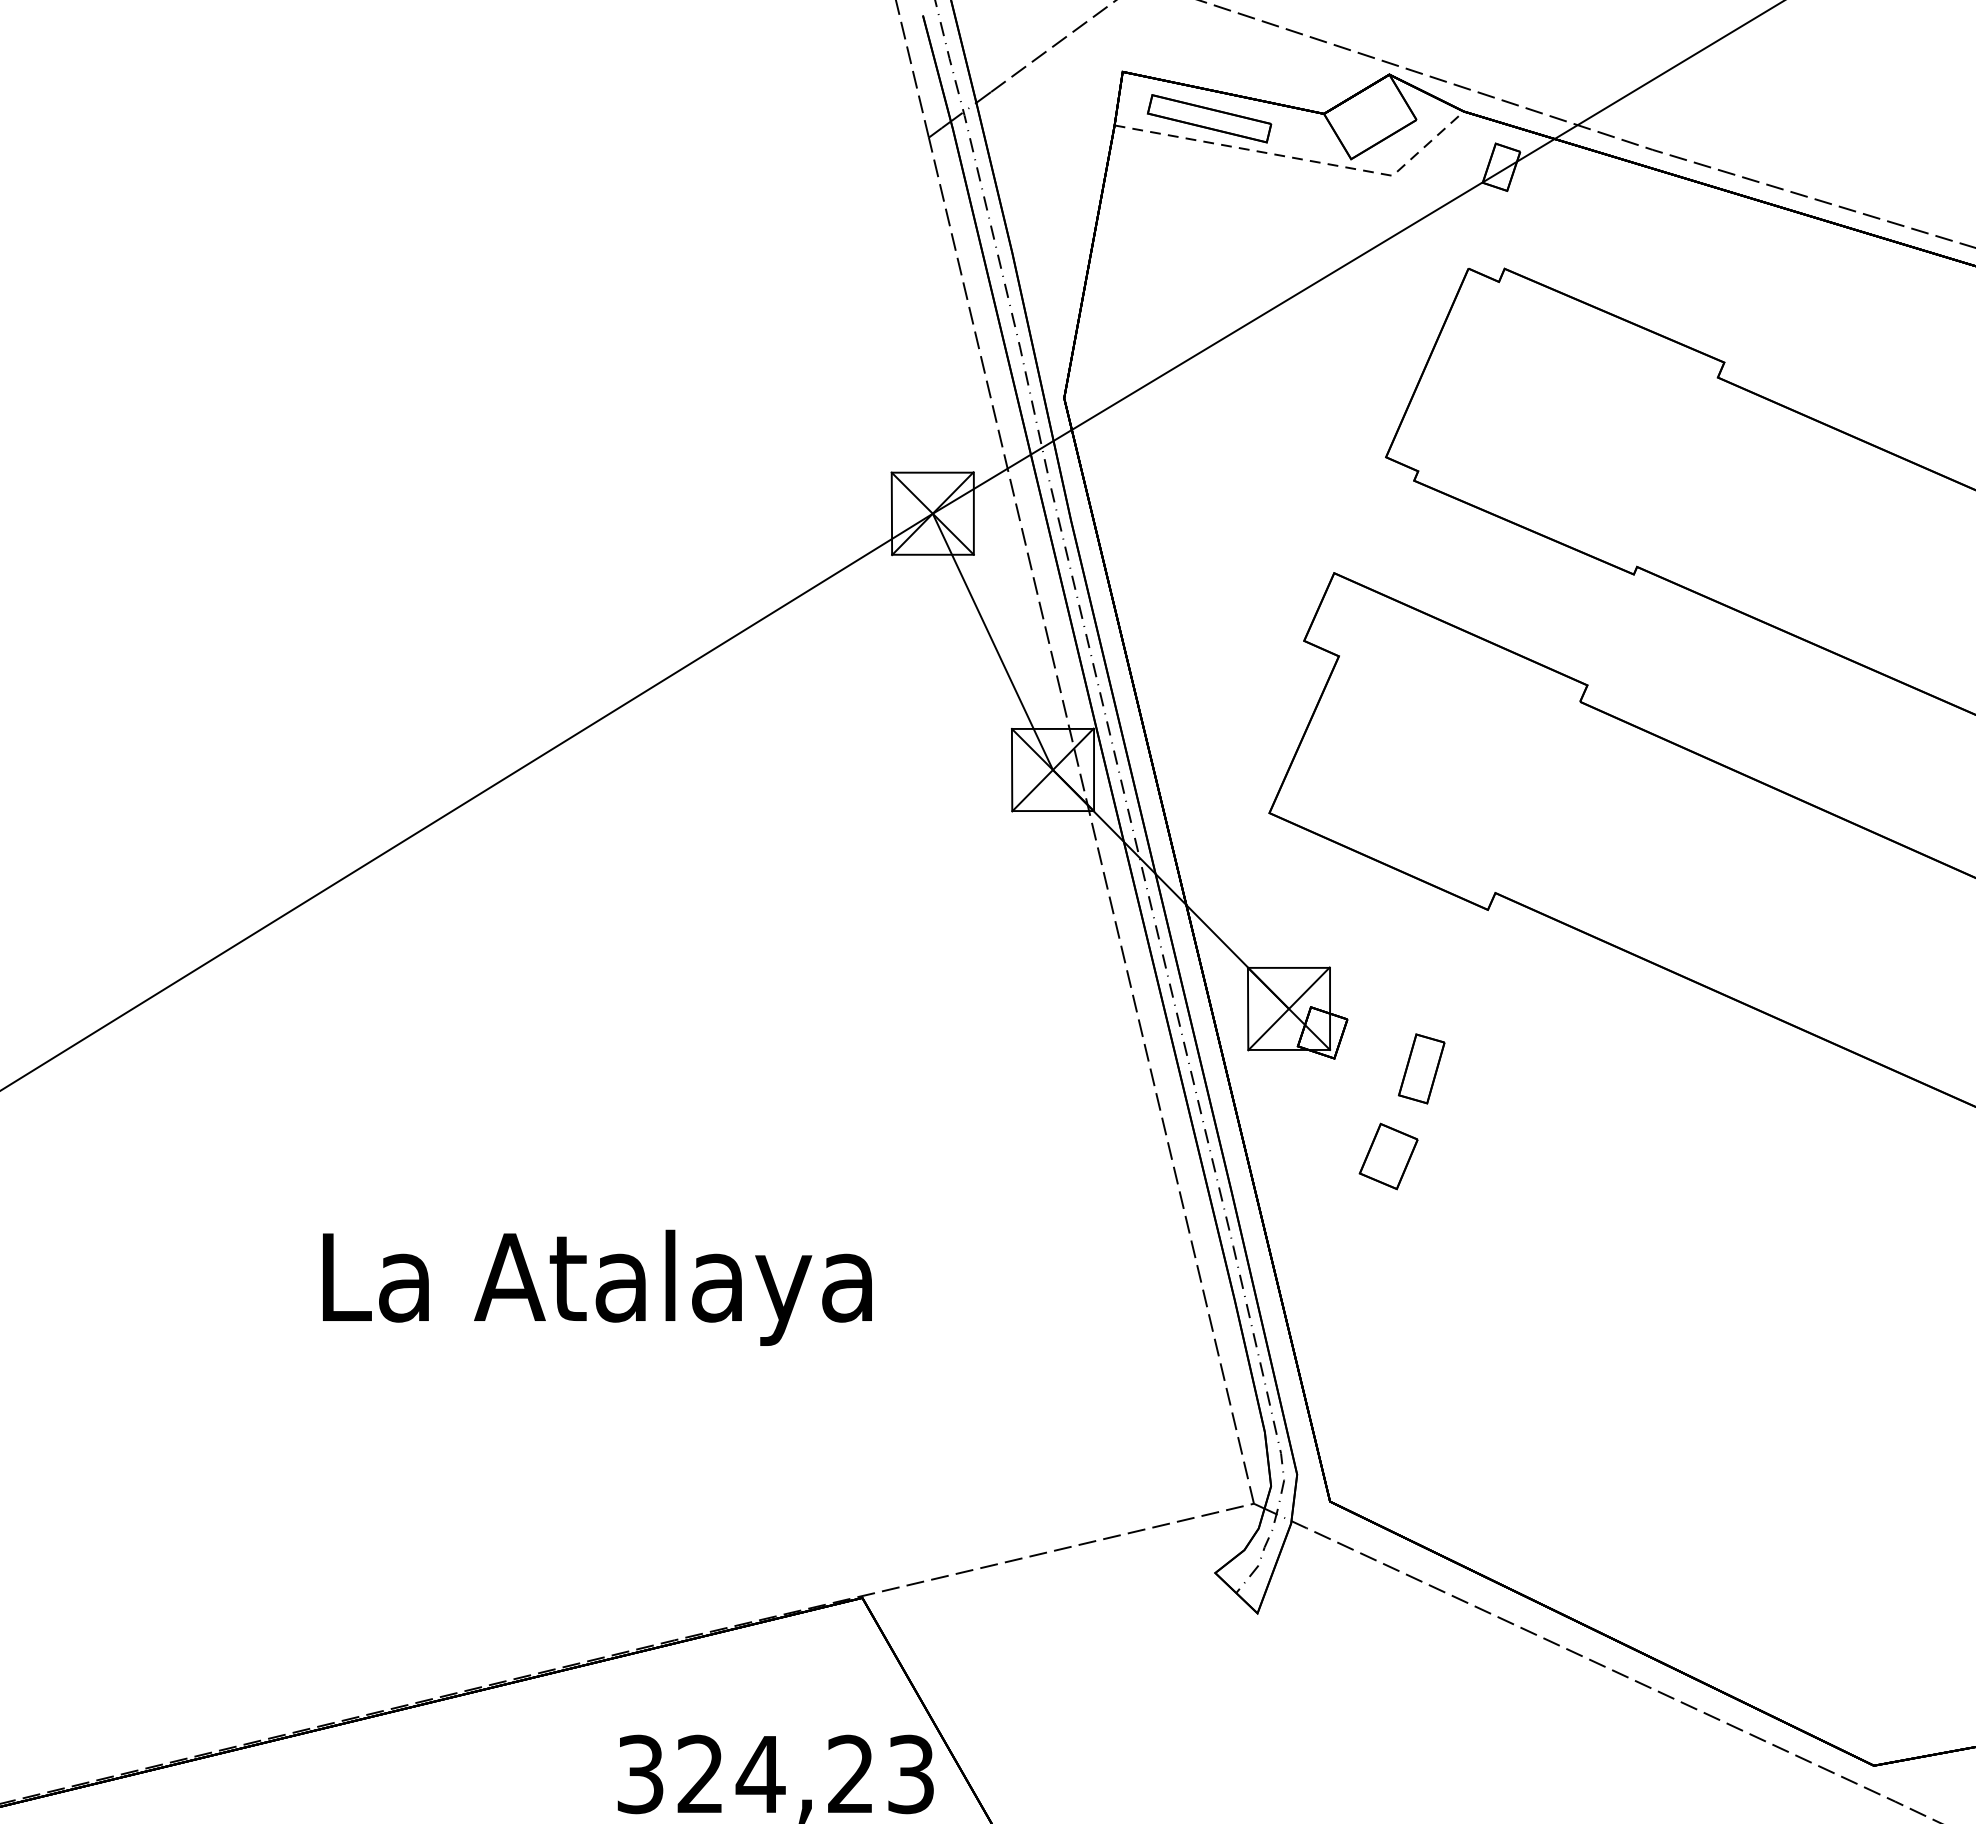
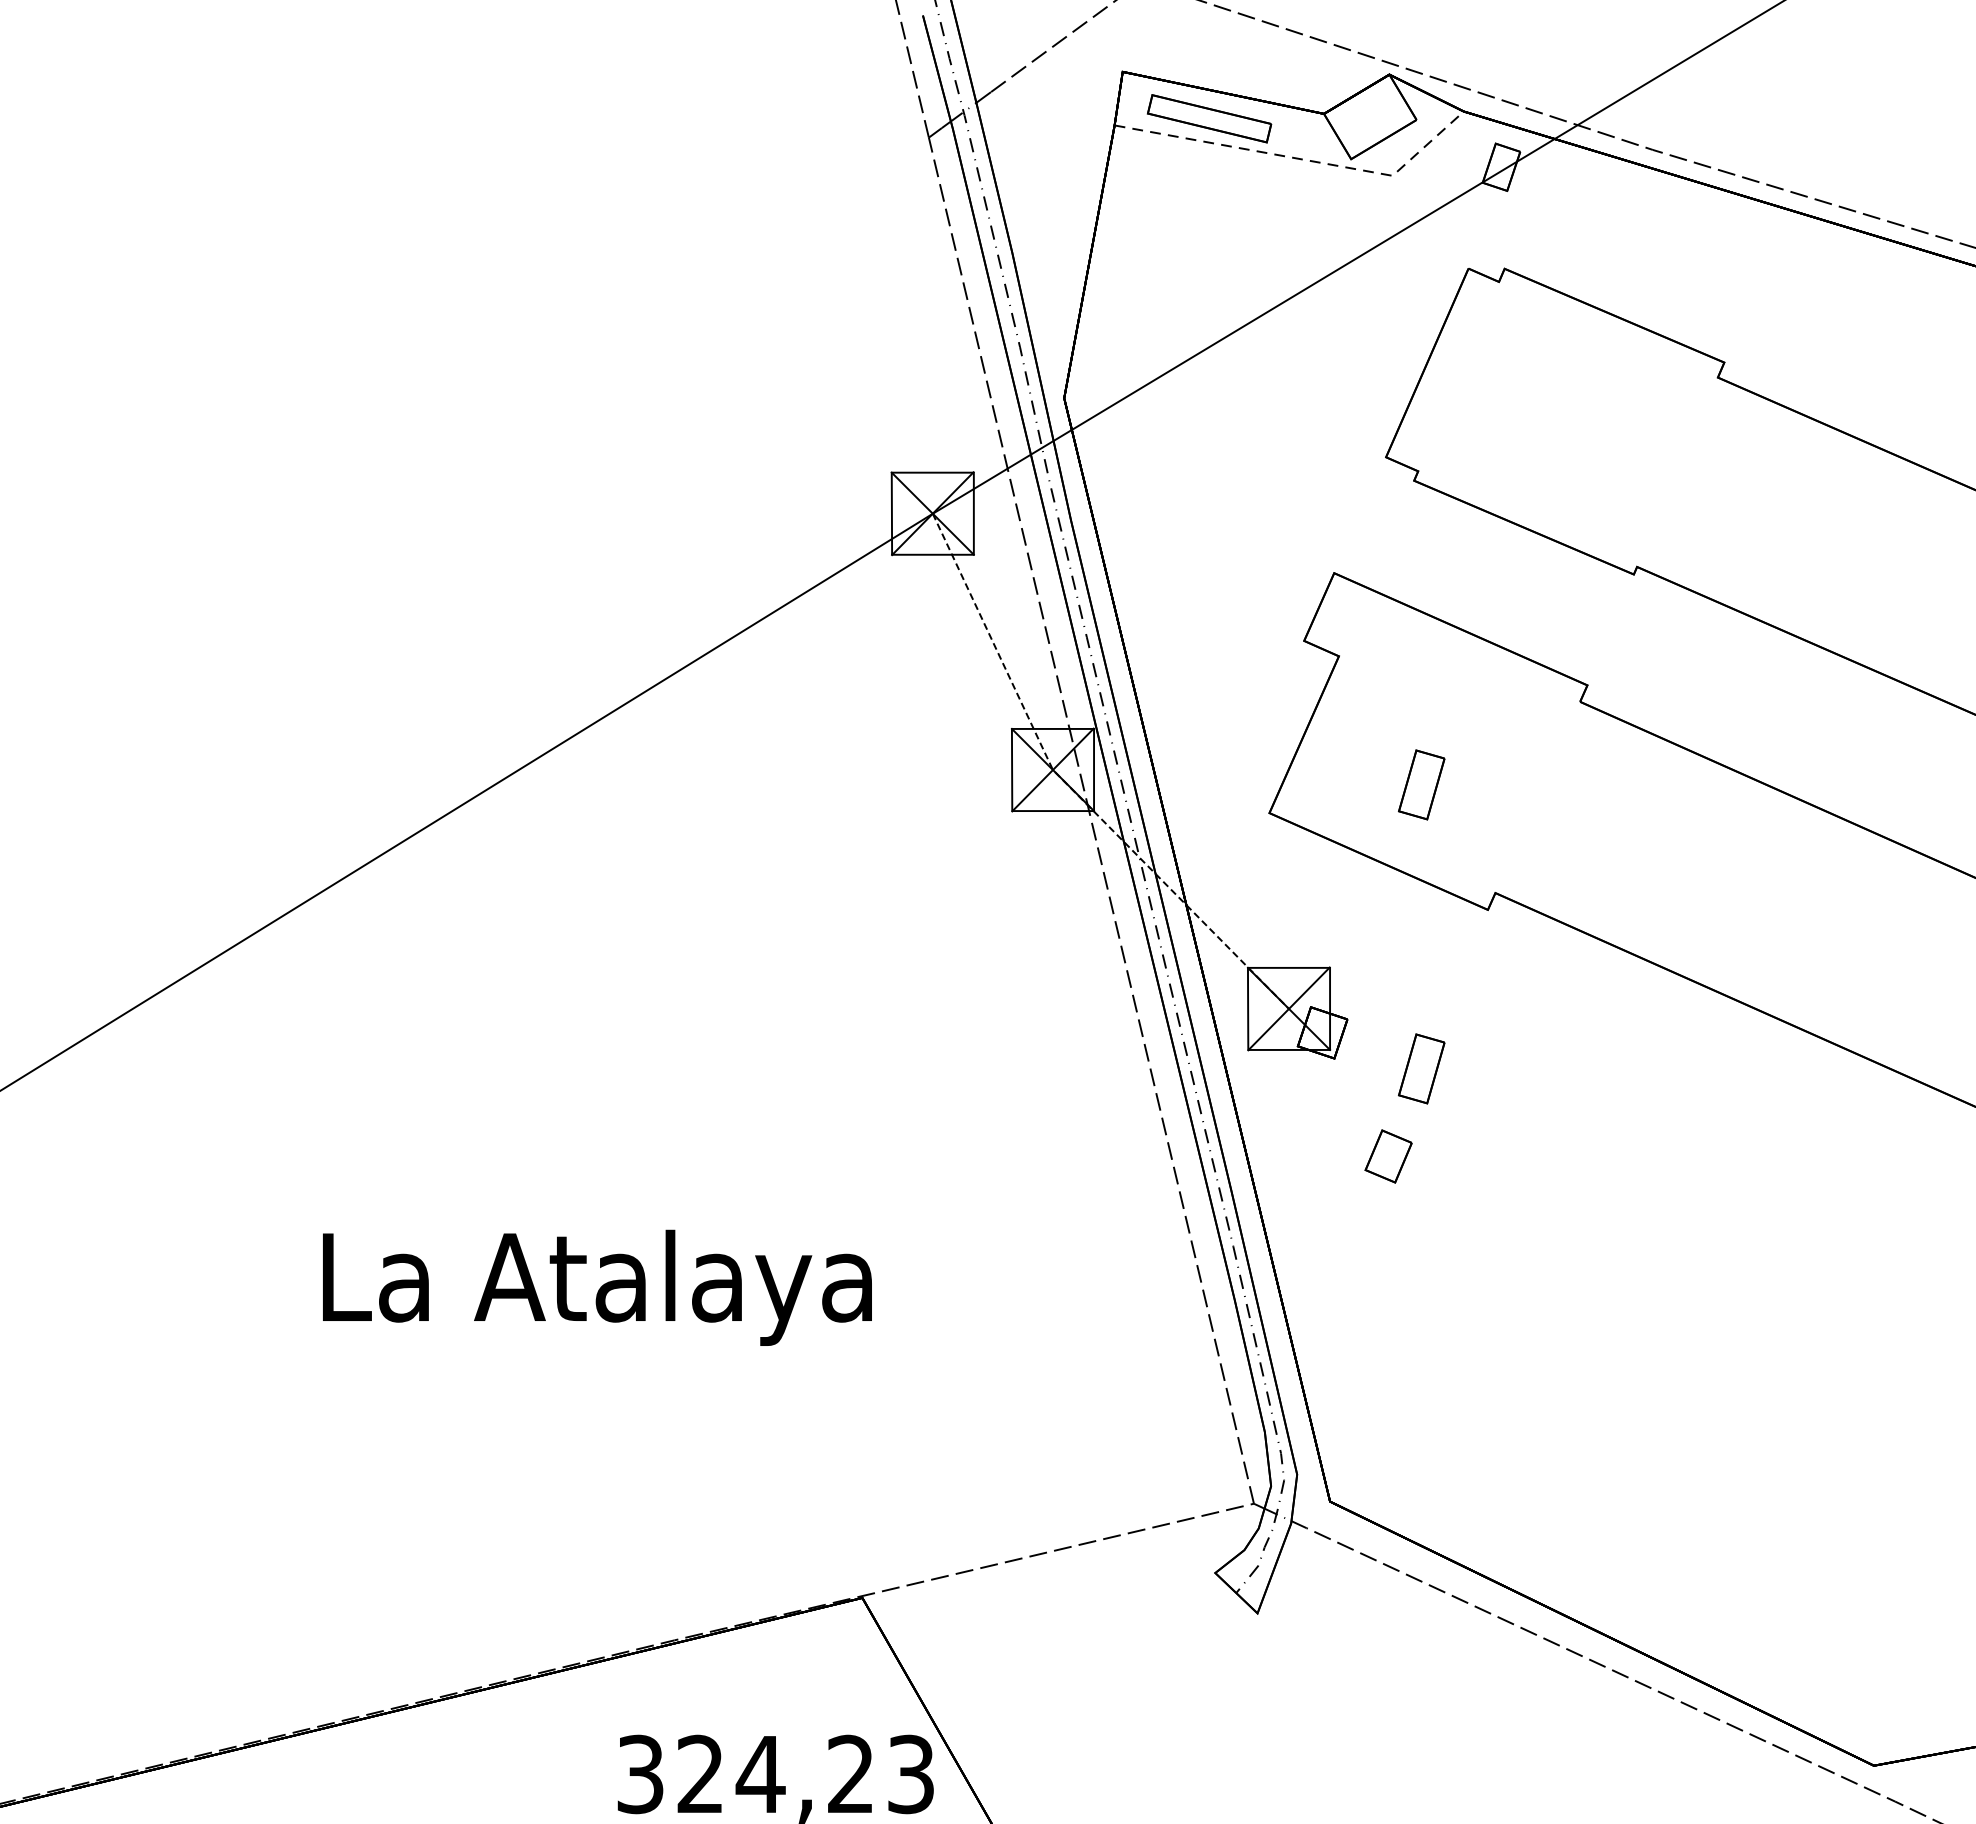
part at (1421, 784): none -> present
line at (1071, 788): solid -> dashed
part at (1388, 1156) size: 61x69 px -> 49x55 px
